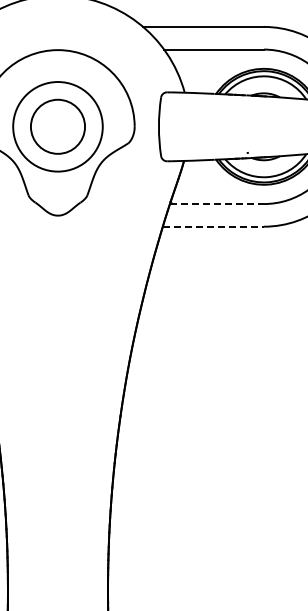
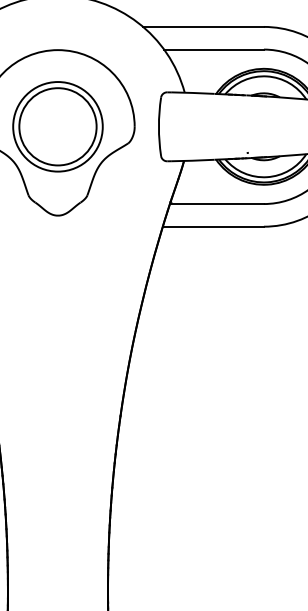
circle at (57, 126) diameter: 54 px -> 77 px
line at (217, 204): dashed -> solid
line at (213, 226): dashed -> solid
